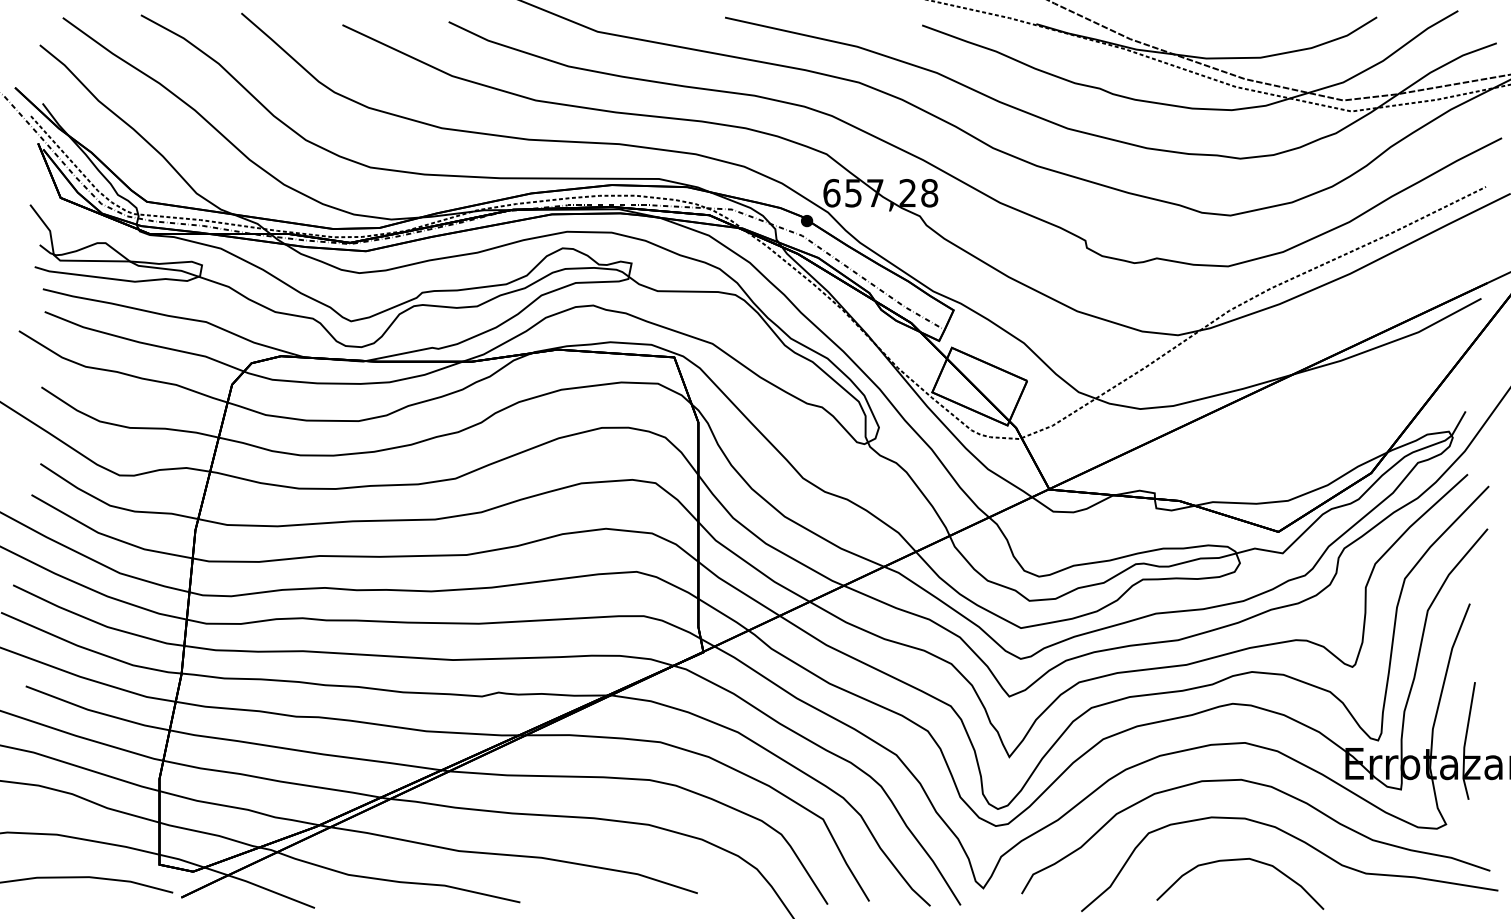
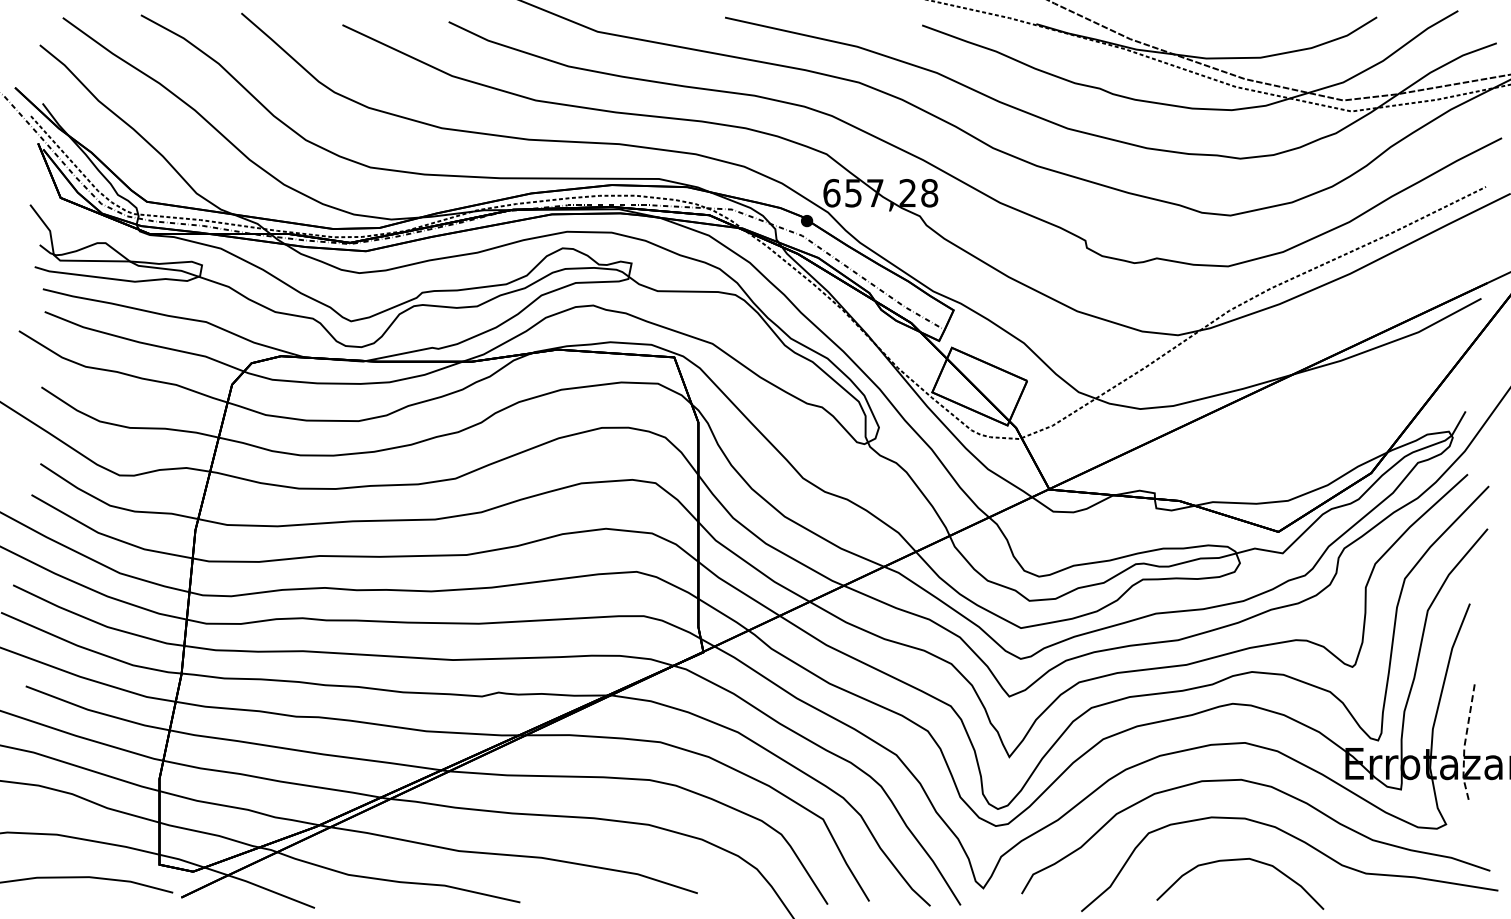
line at (1465, 741): solid -> dashed
